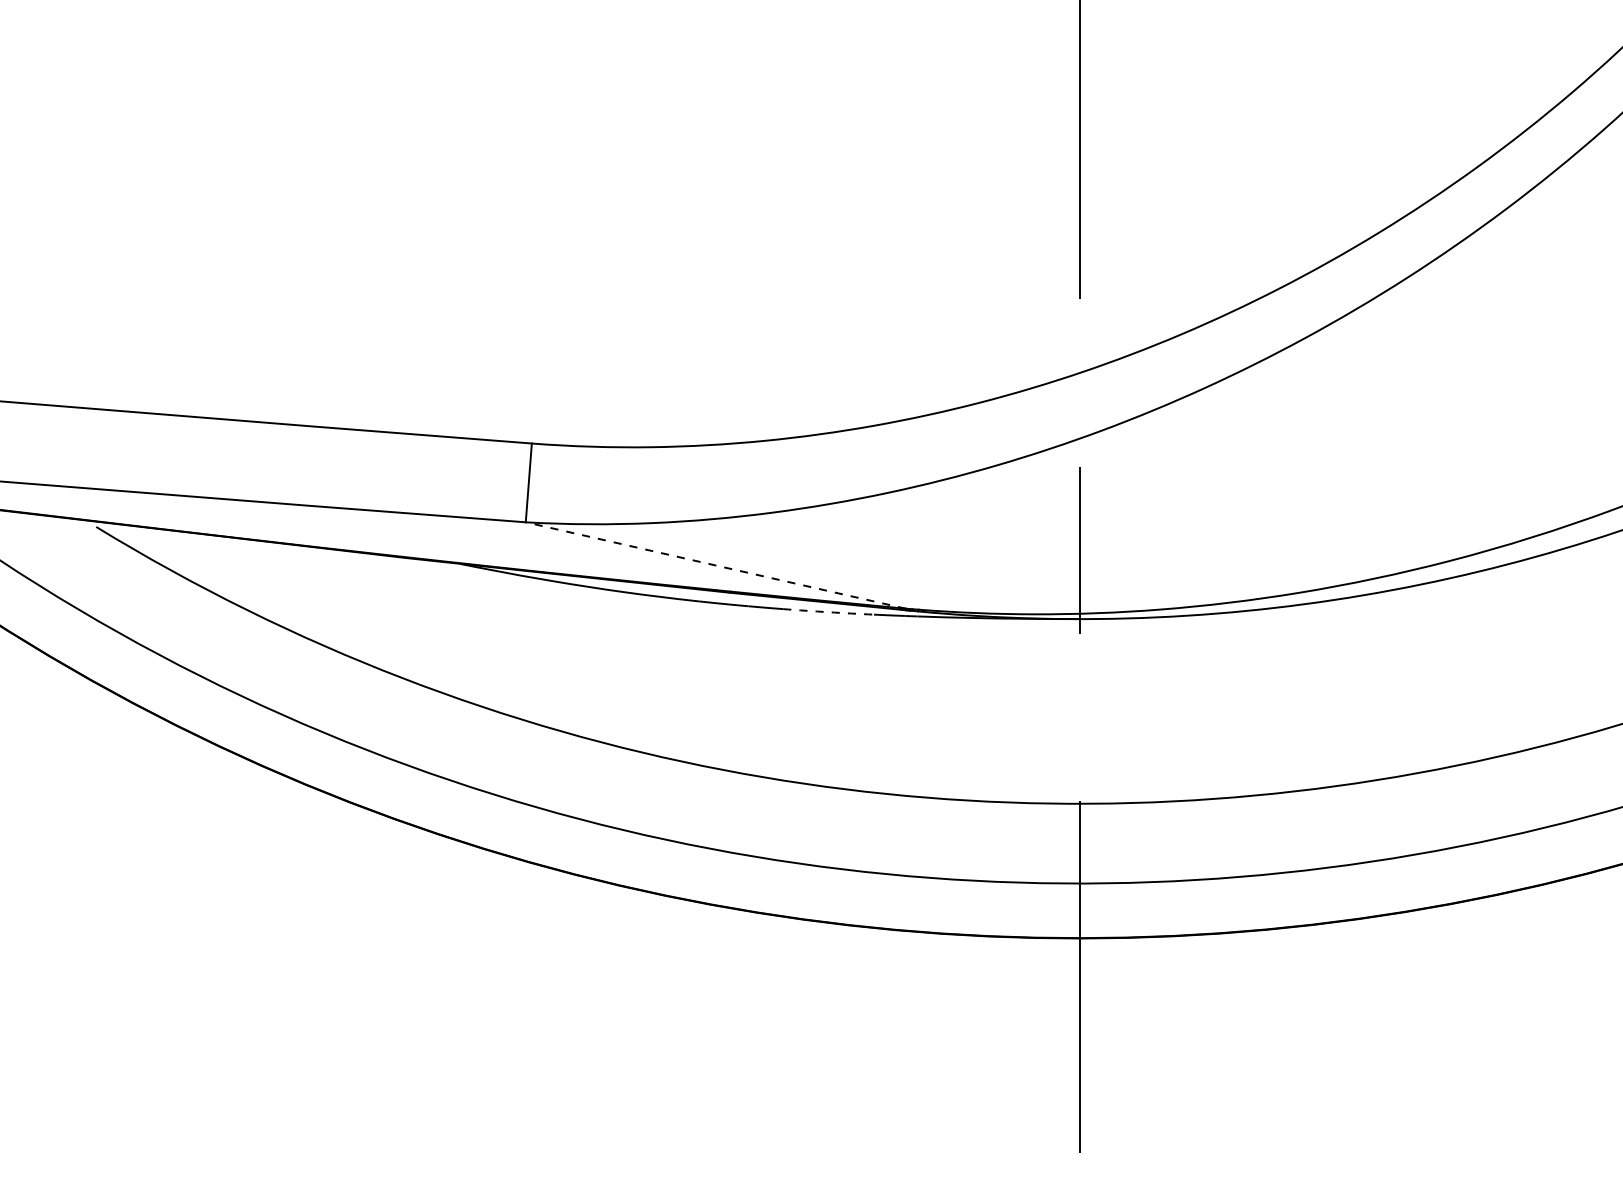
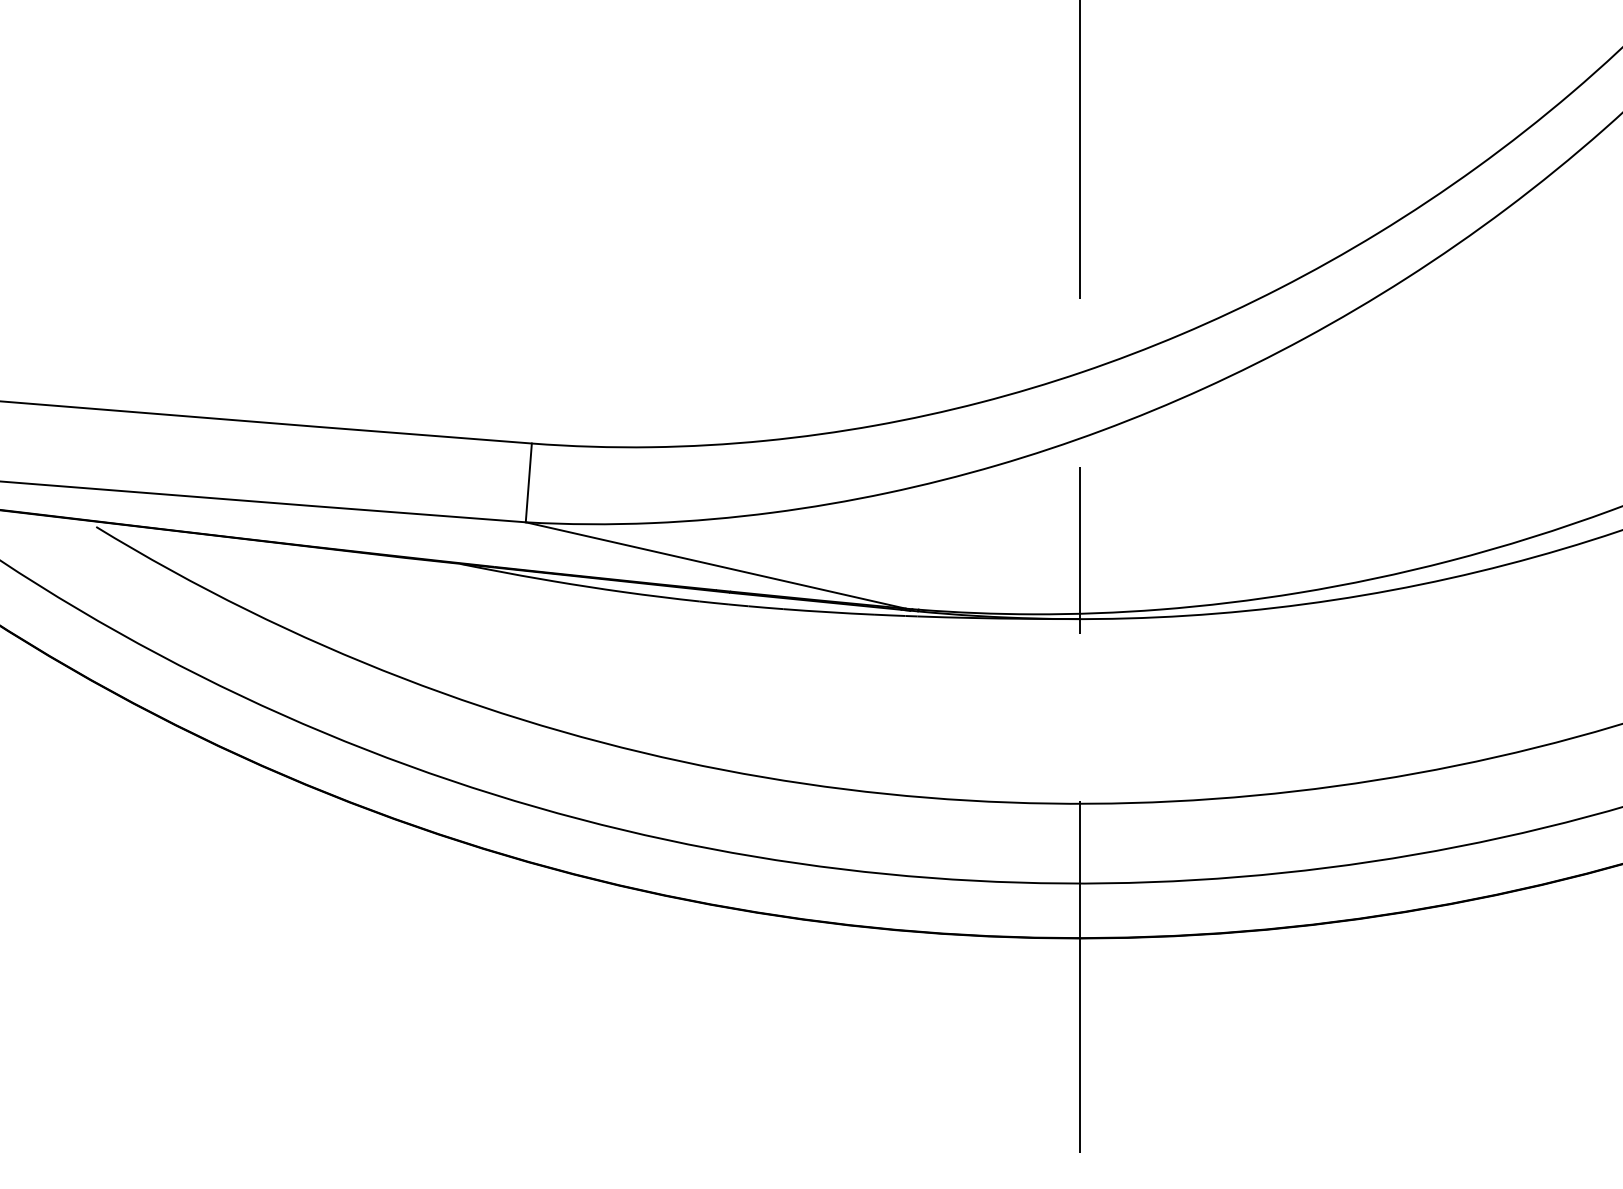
line at (715, 565): dashed -> solid
arc at (828, 612): dashed -> solid
